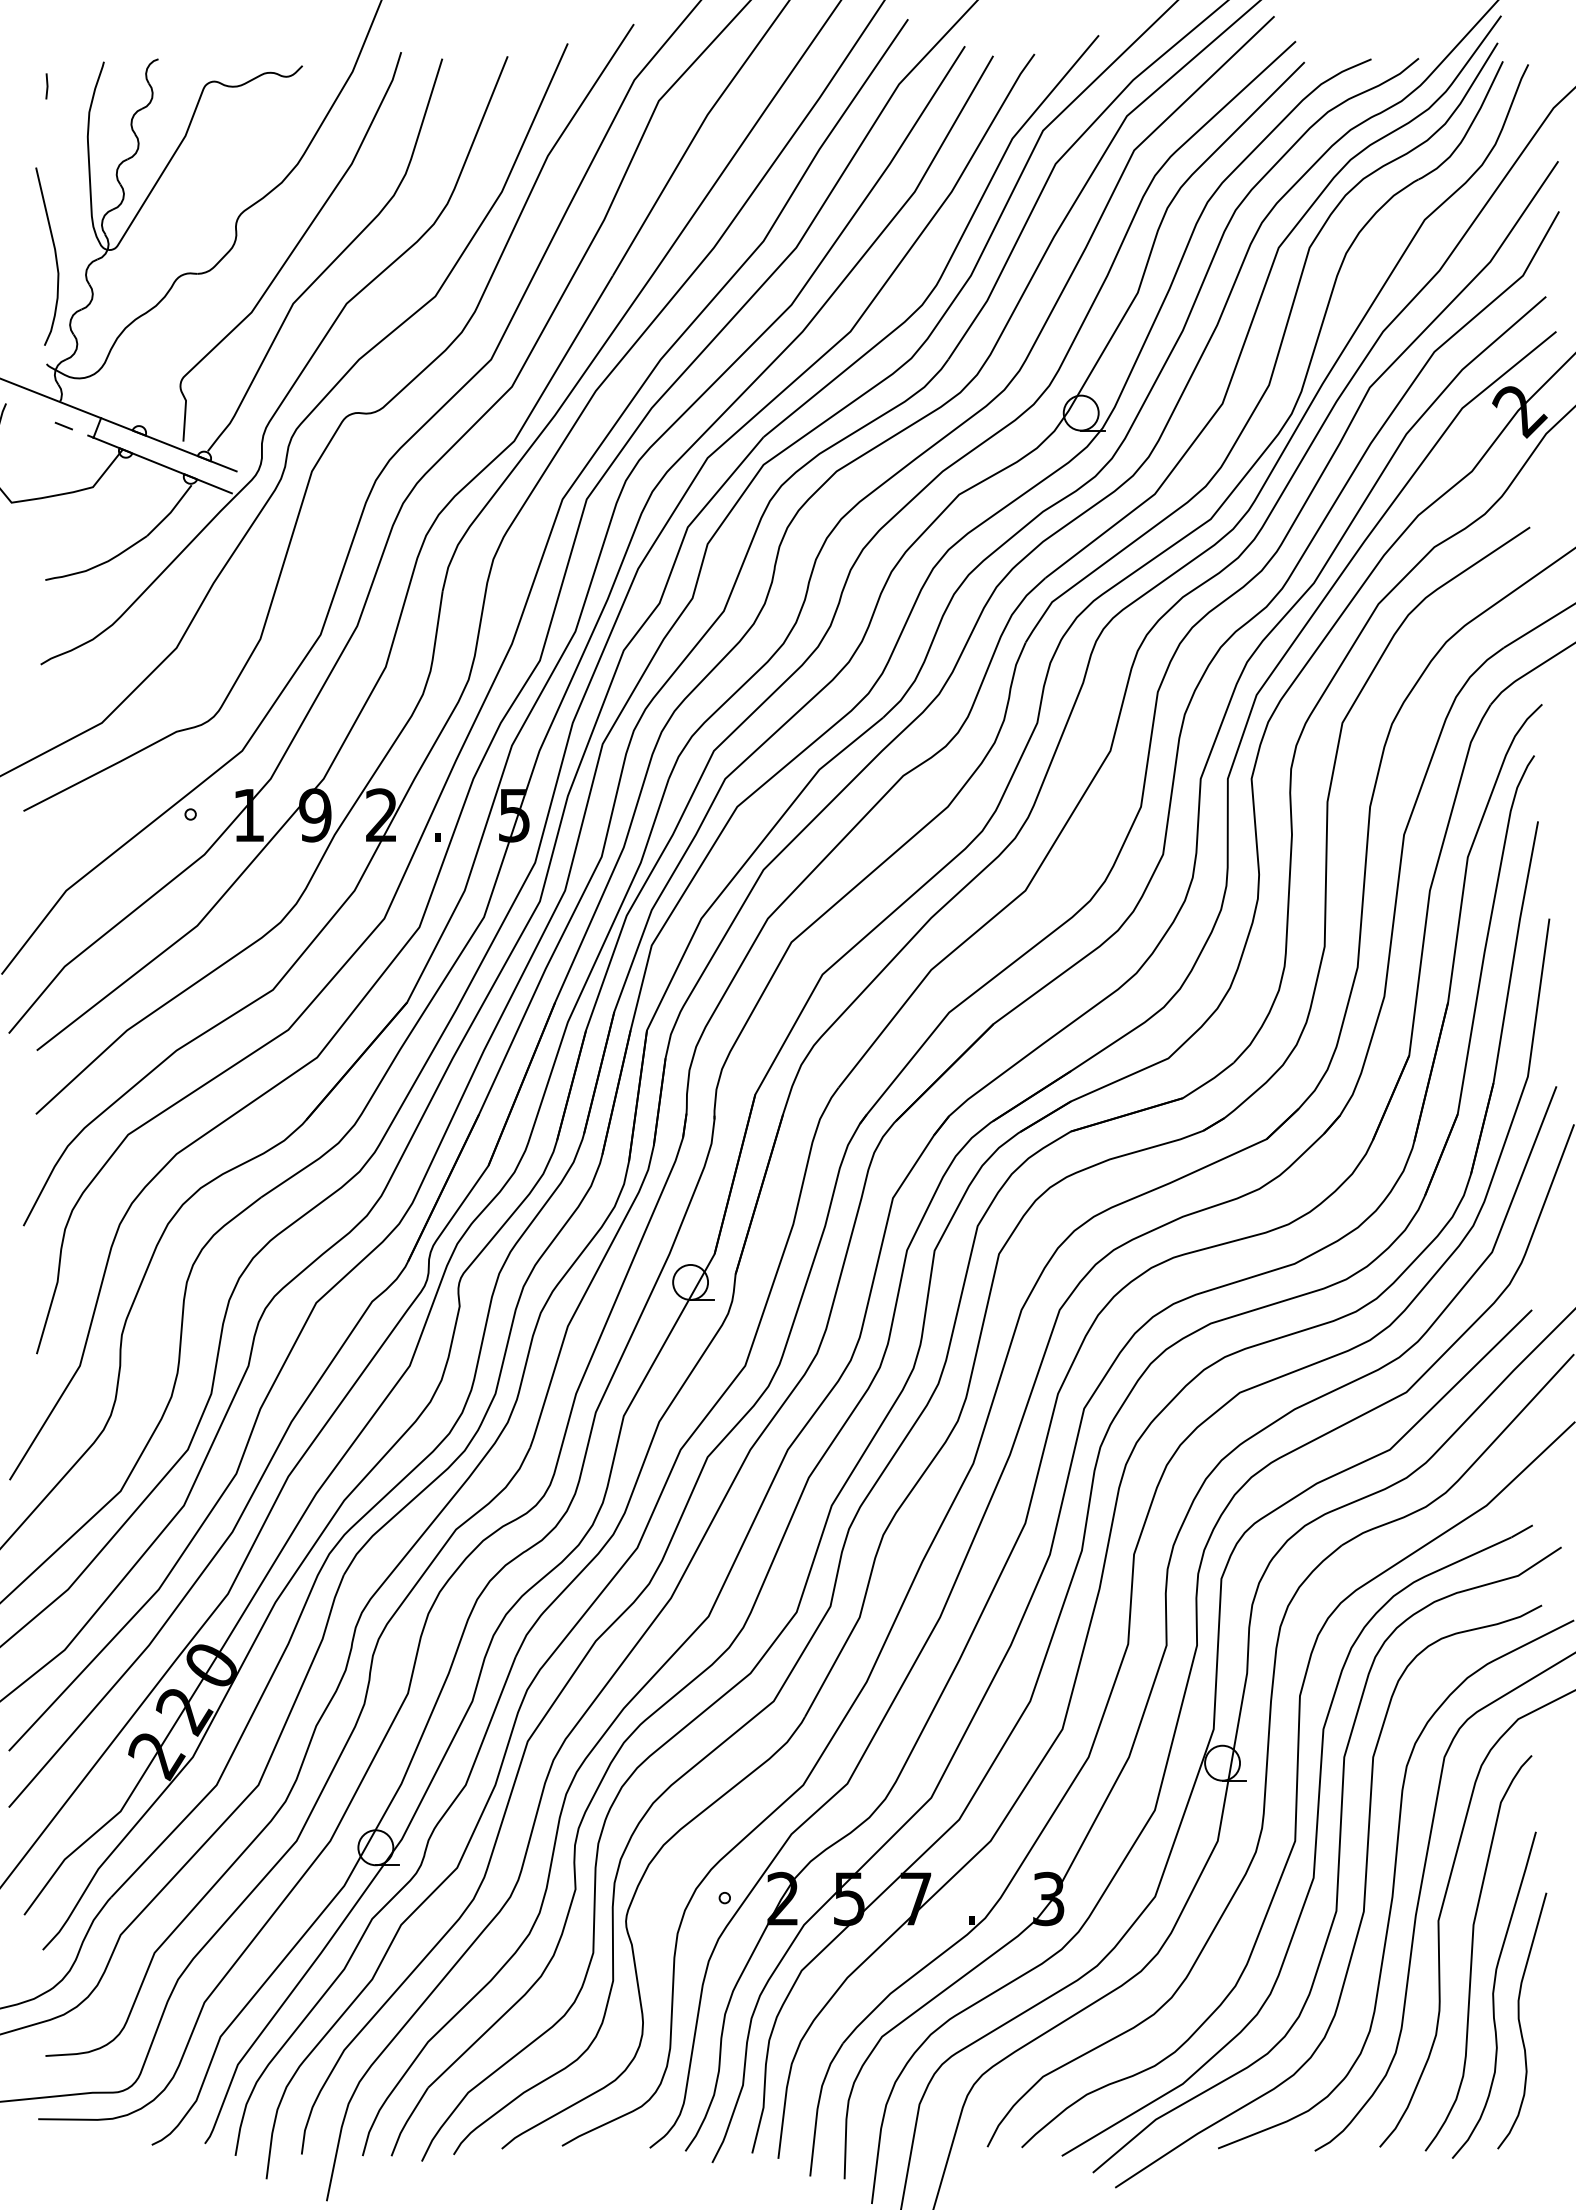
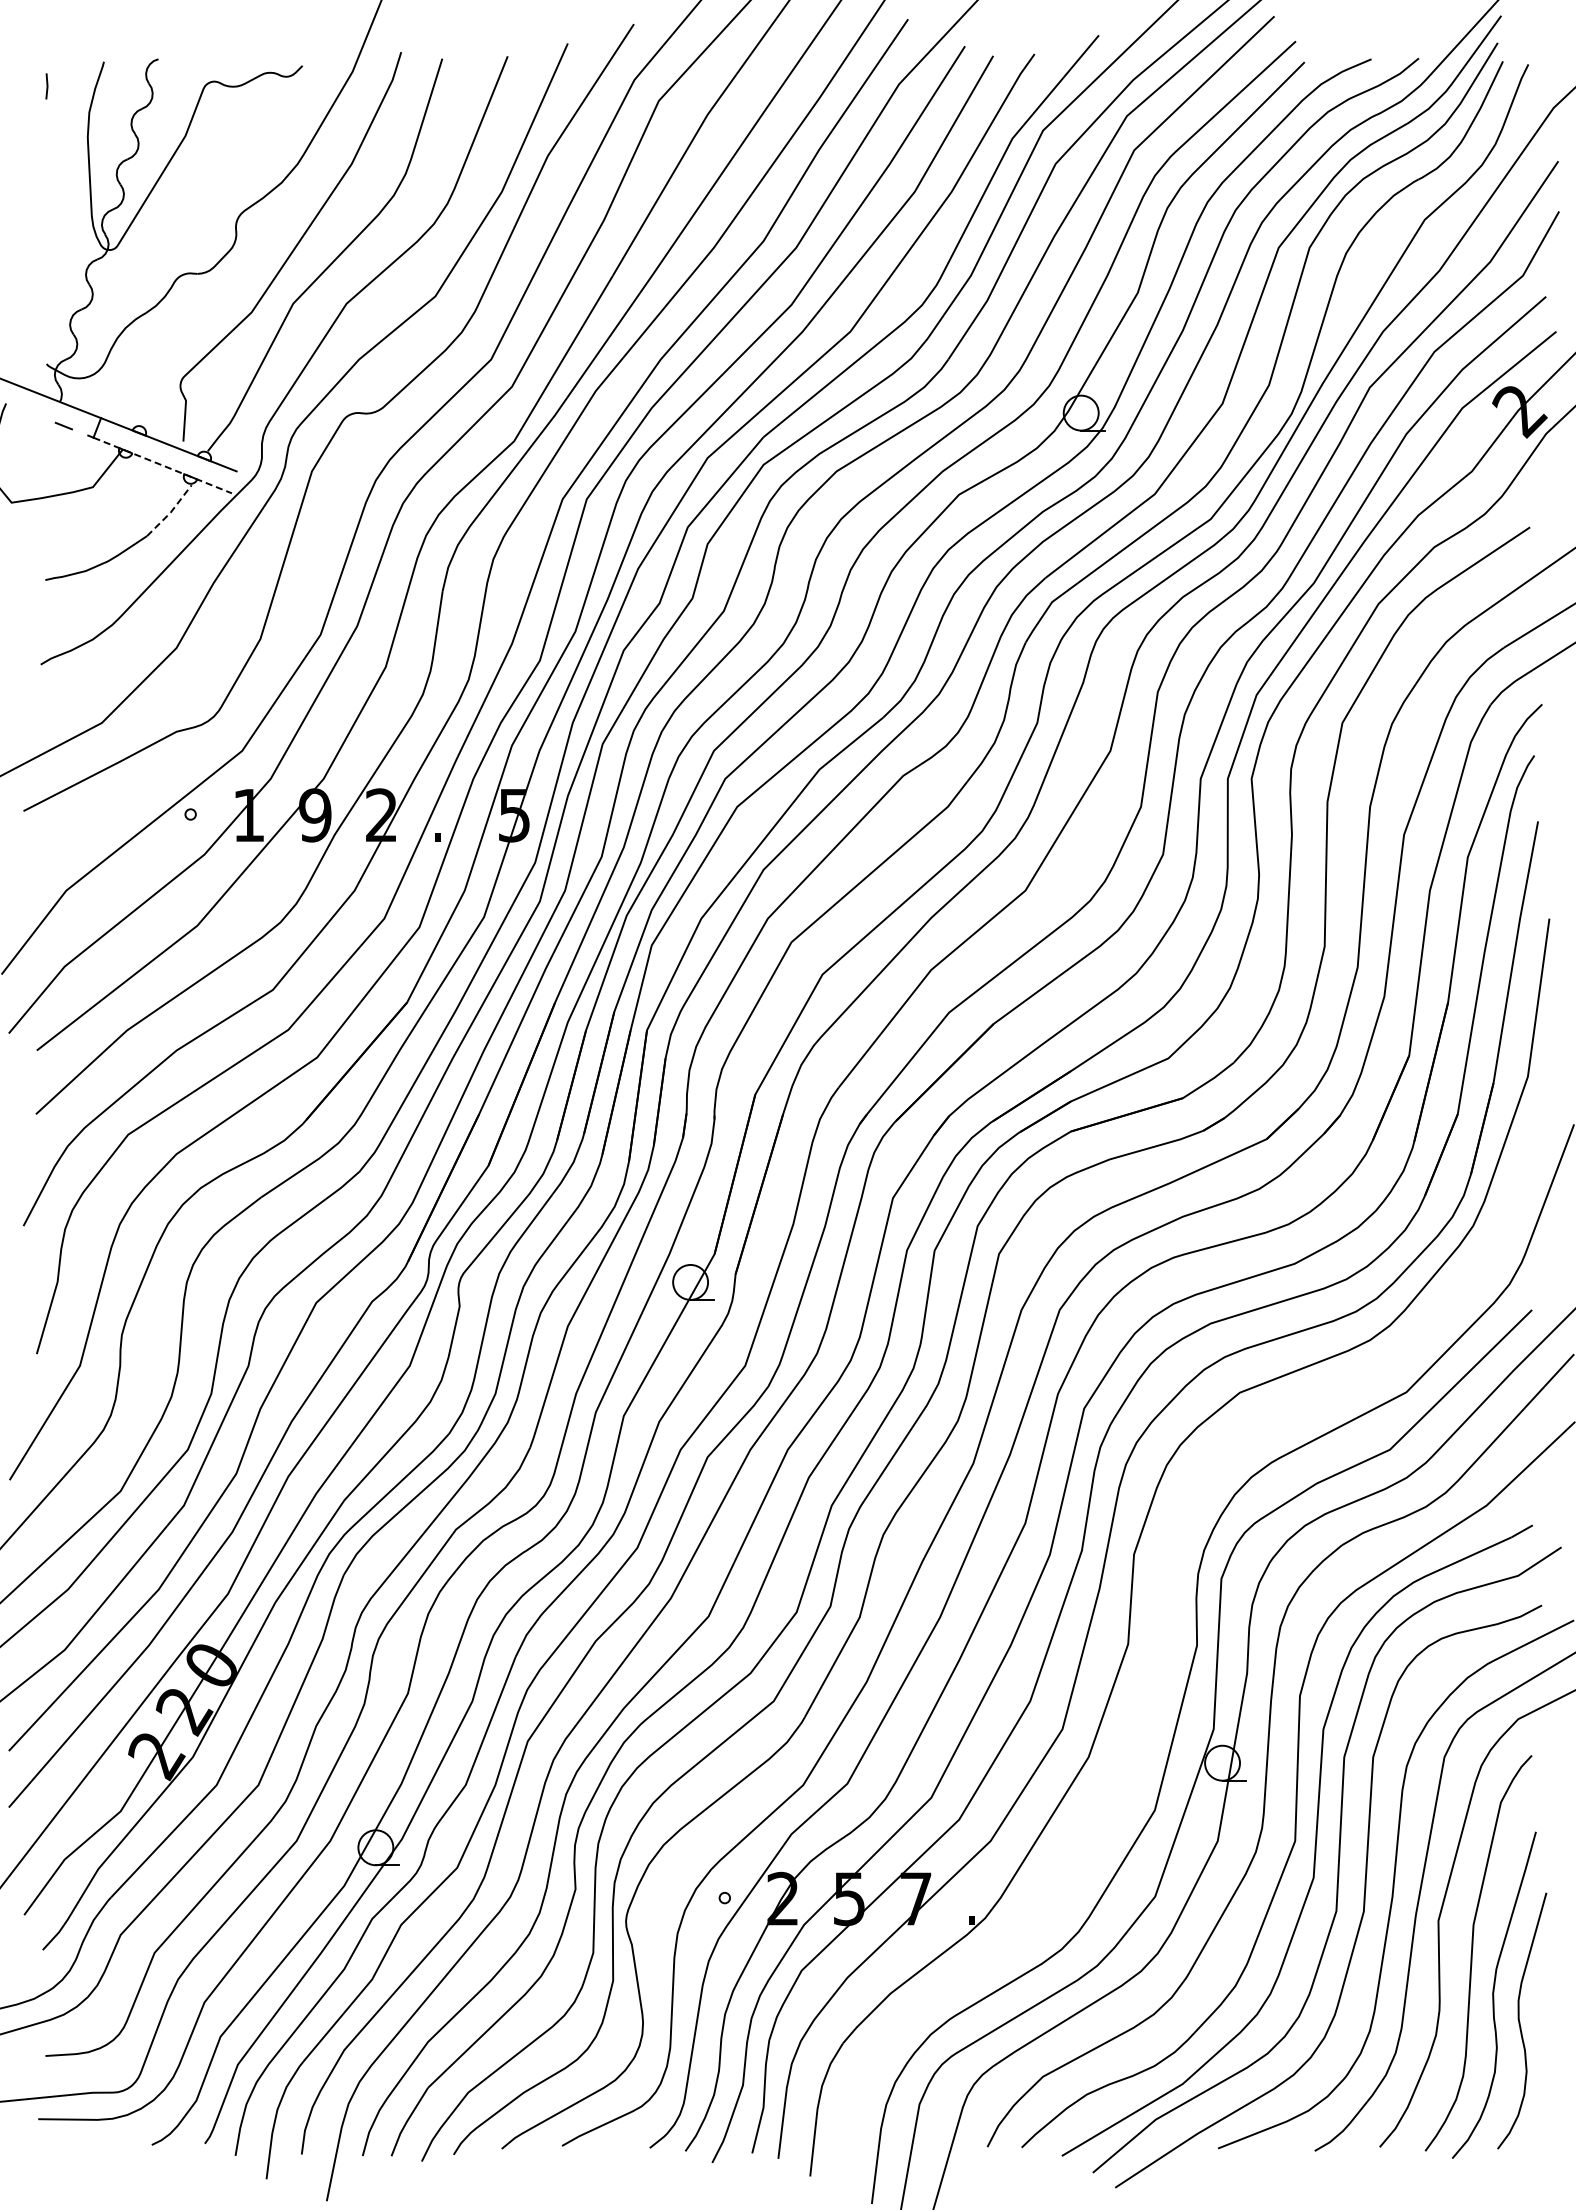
curve at (54, 254): present -> none
line at (162, 465): solid -> dashed
line at (170, 512): solid -> dashed
part at (1167, 1632): present -> none
